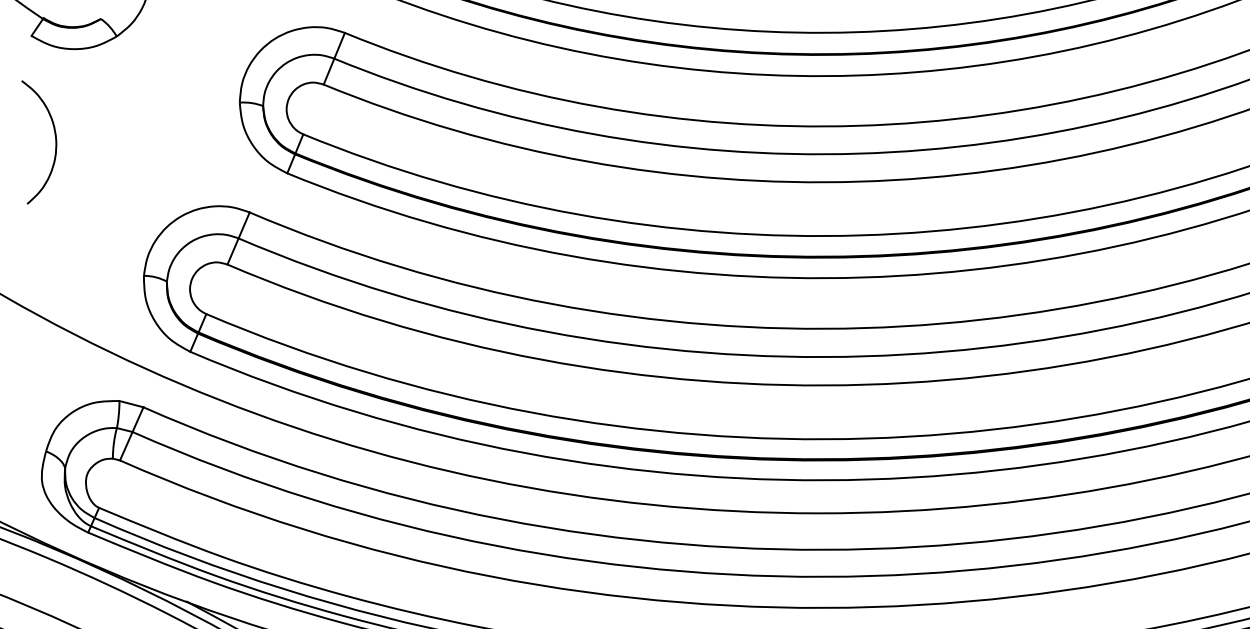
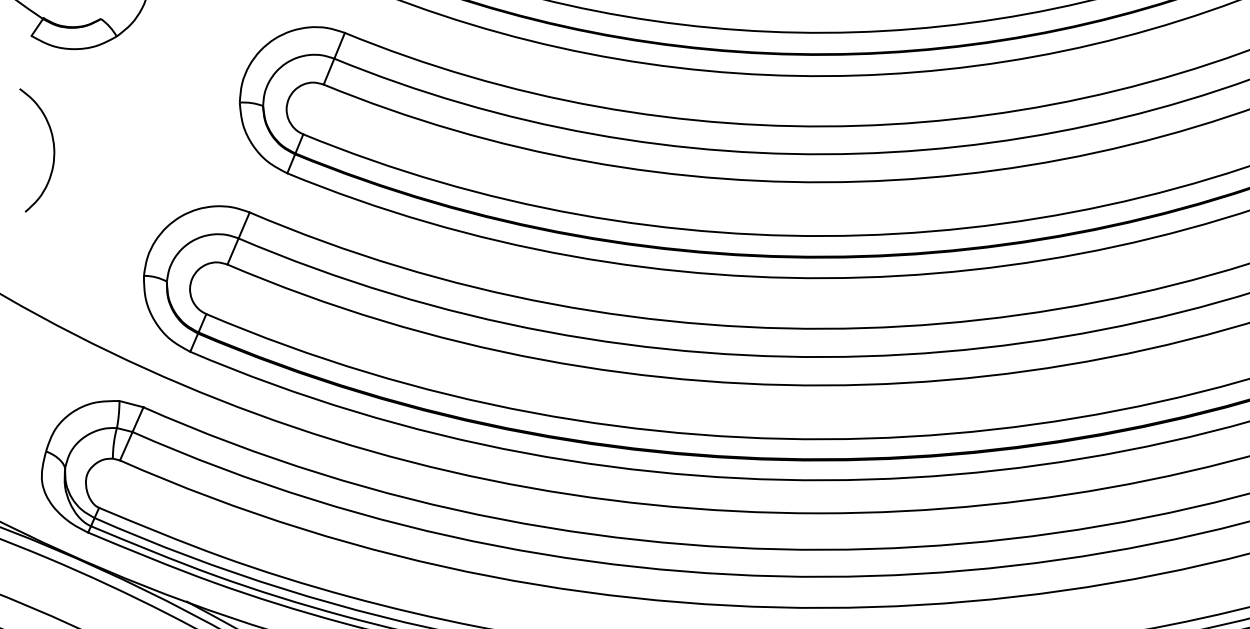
curve at (55, 142) position: (55, 142) -> (53, 150)
